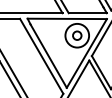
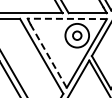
line at (67, 18): solid -> dashed
line at (48, 56): solid -> dashed
